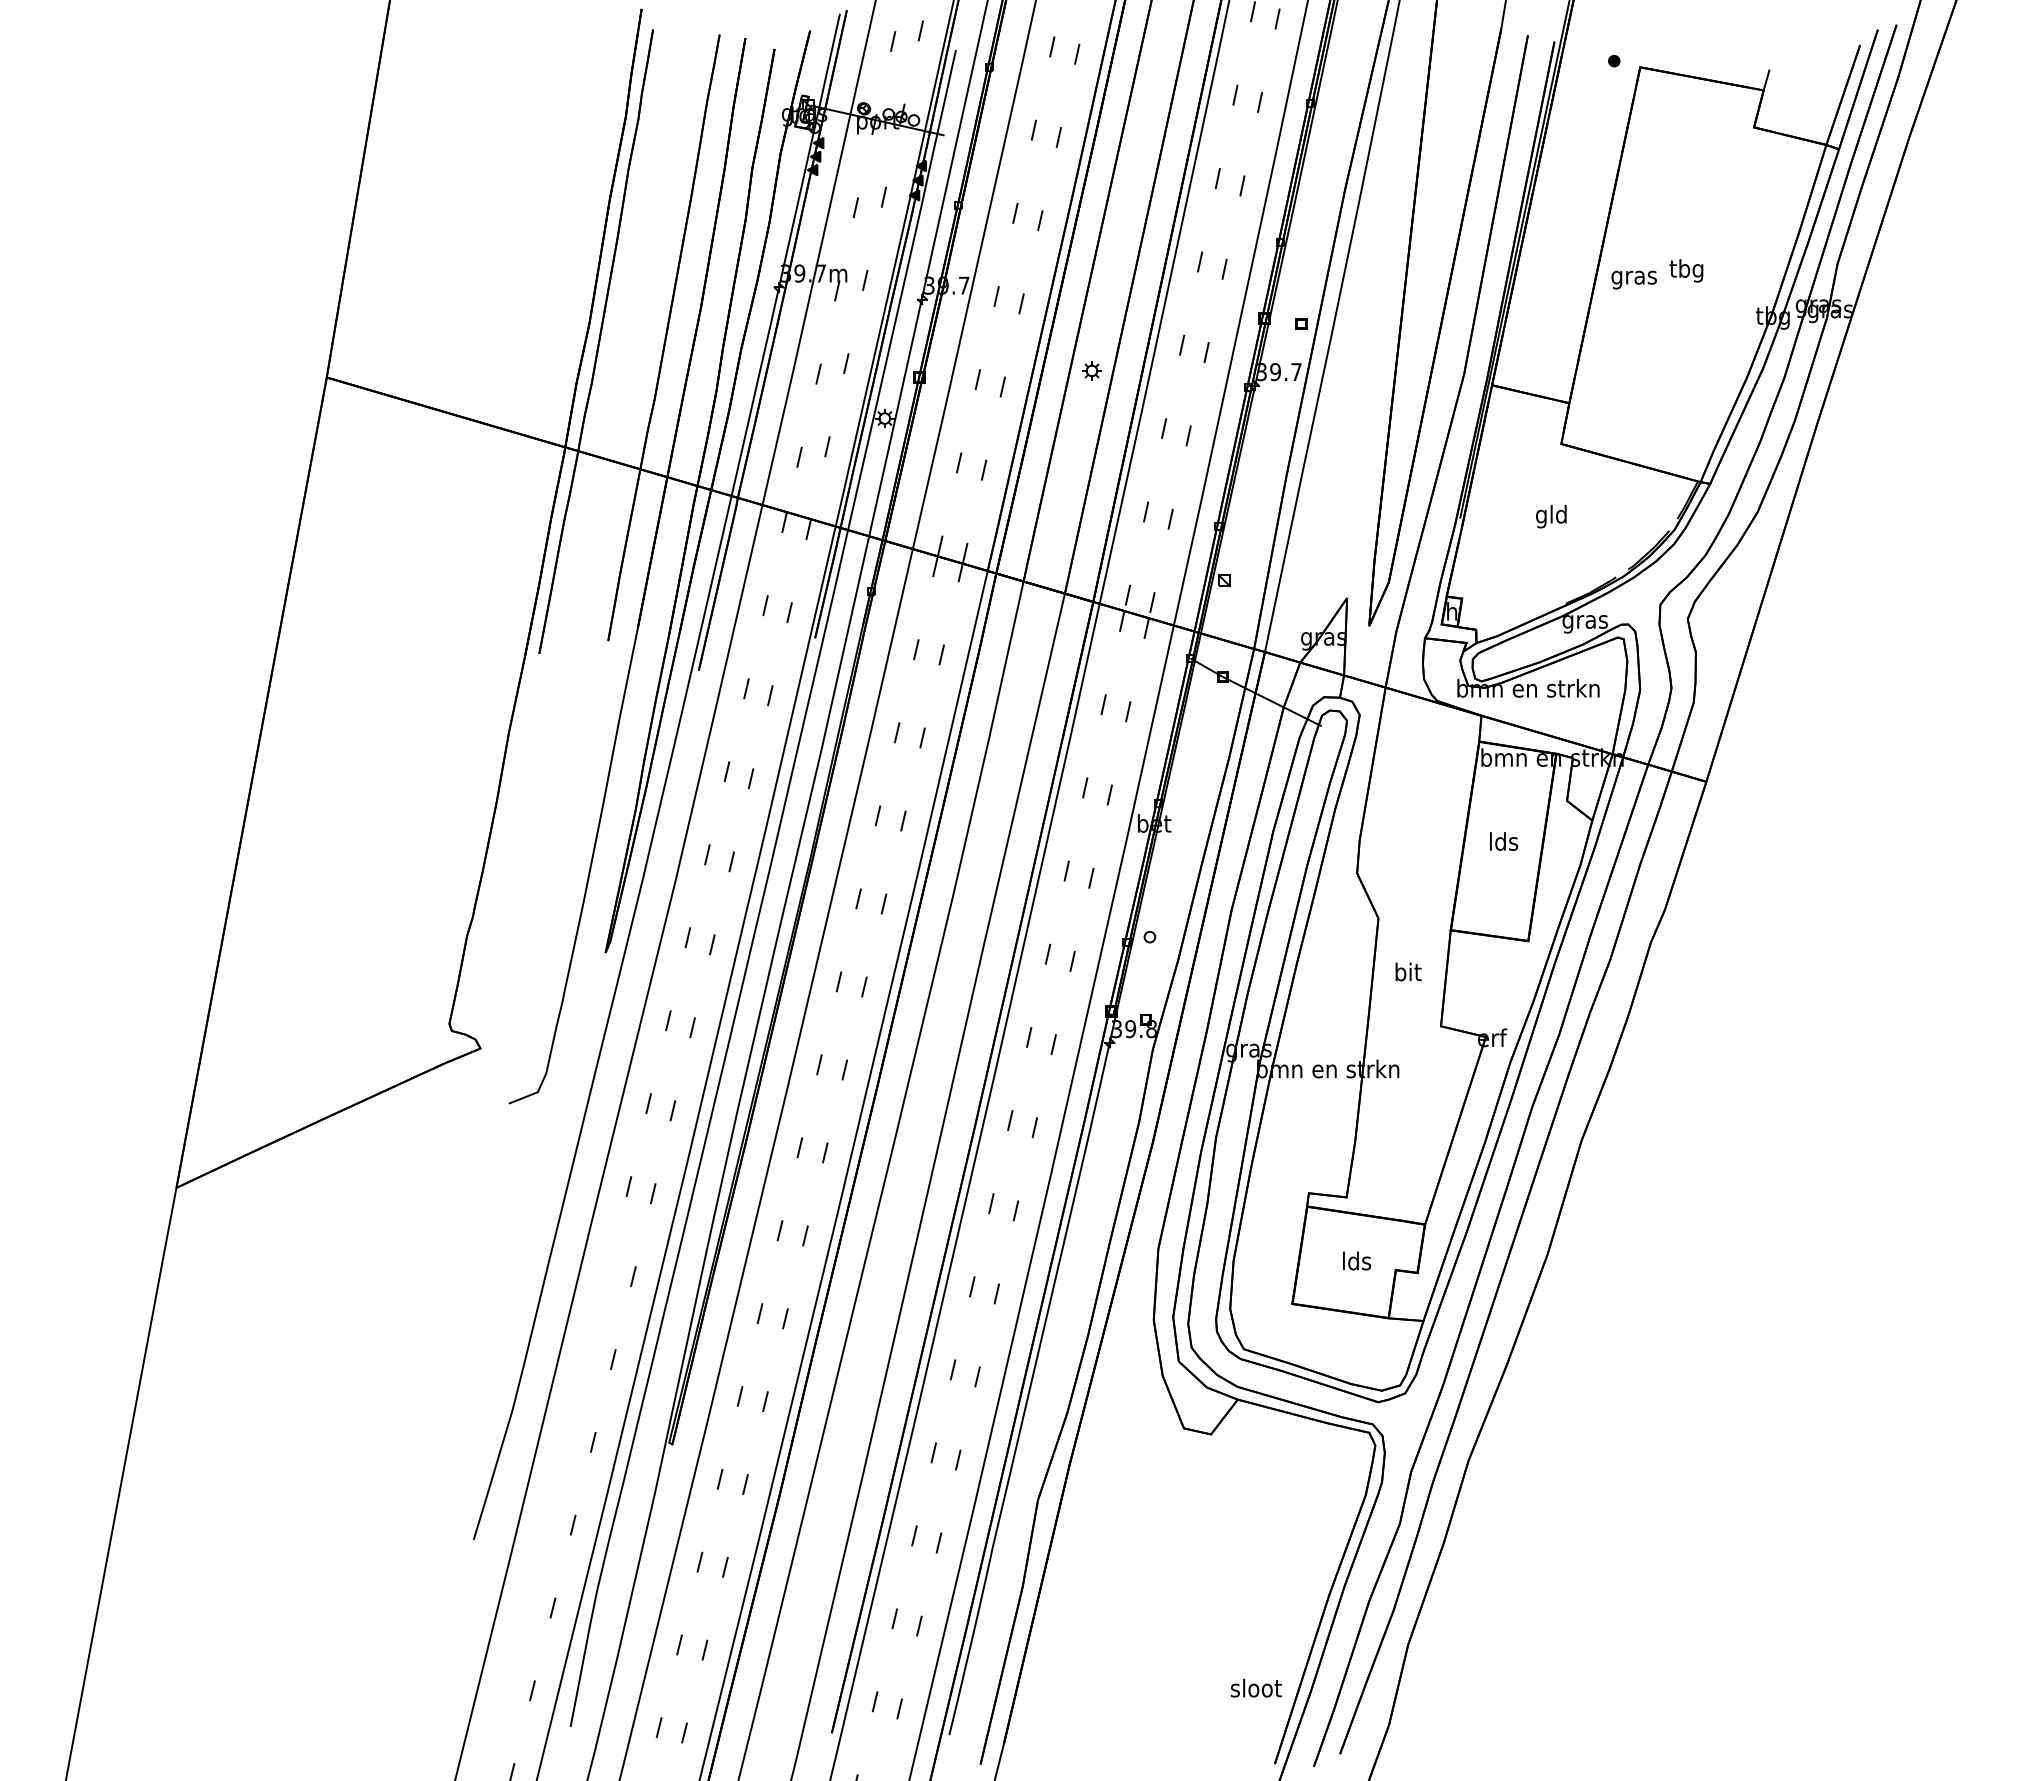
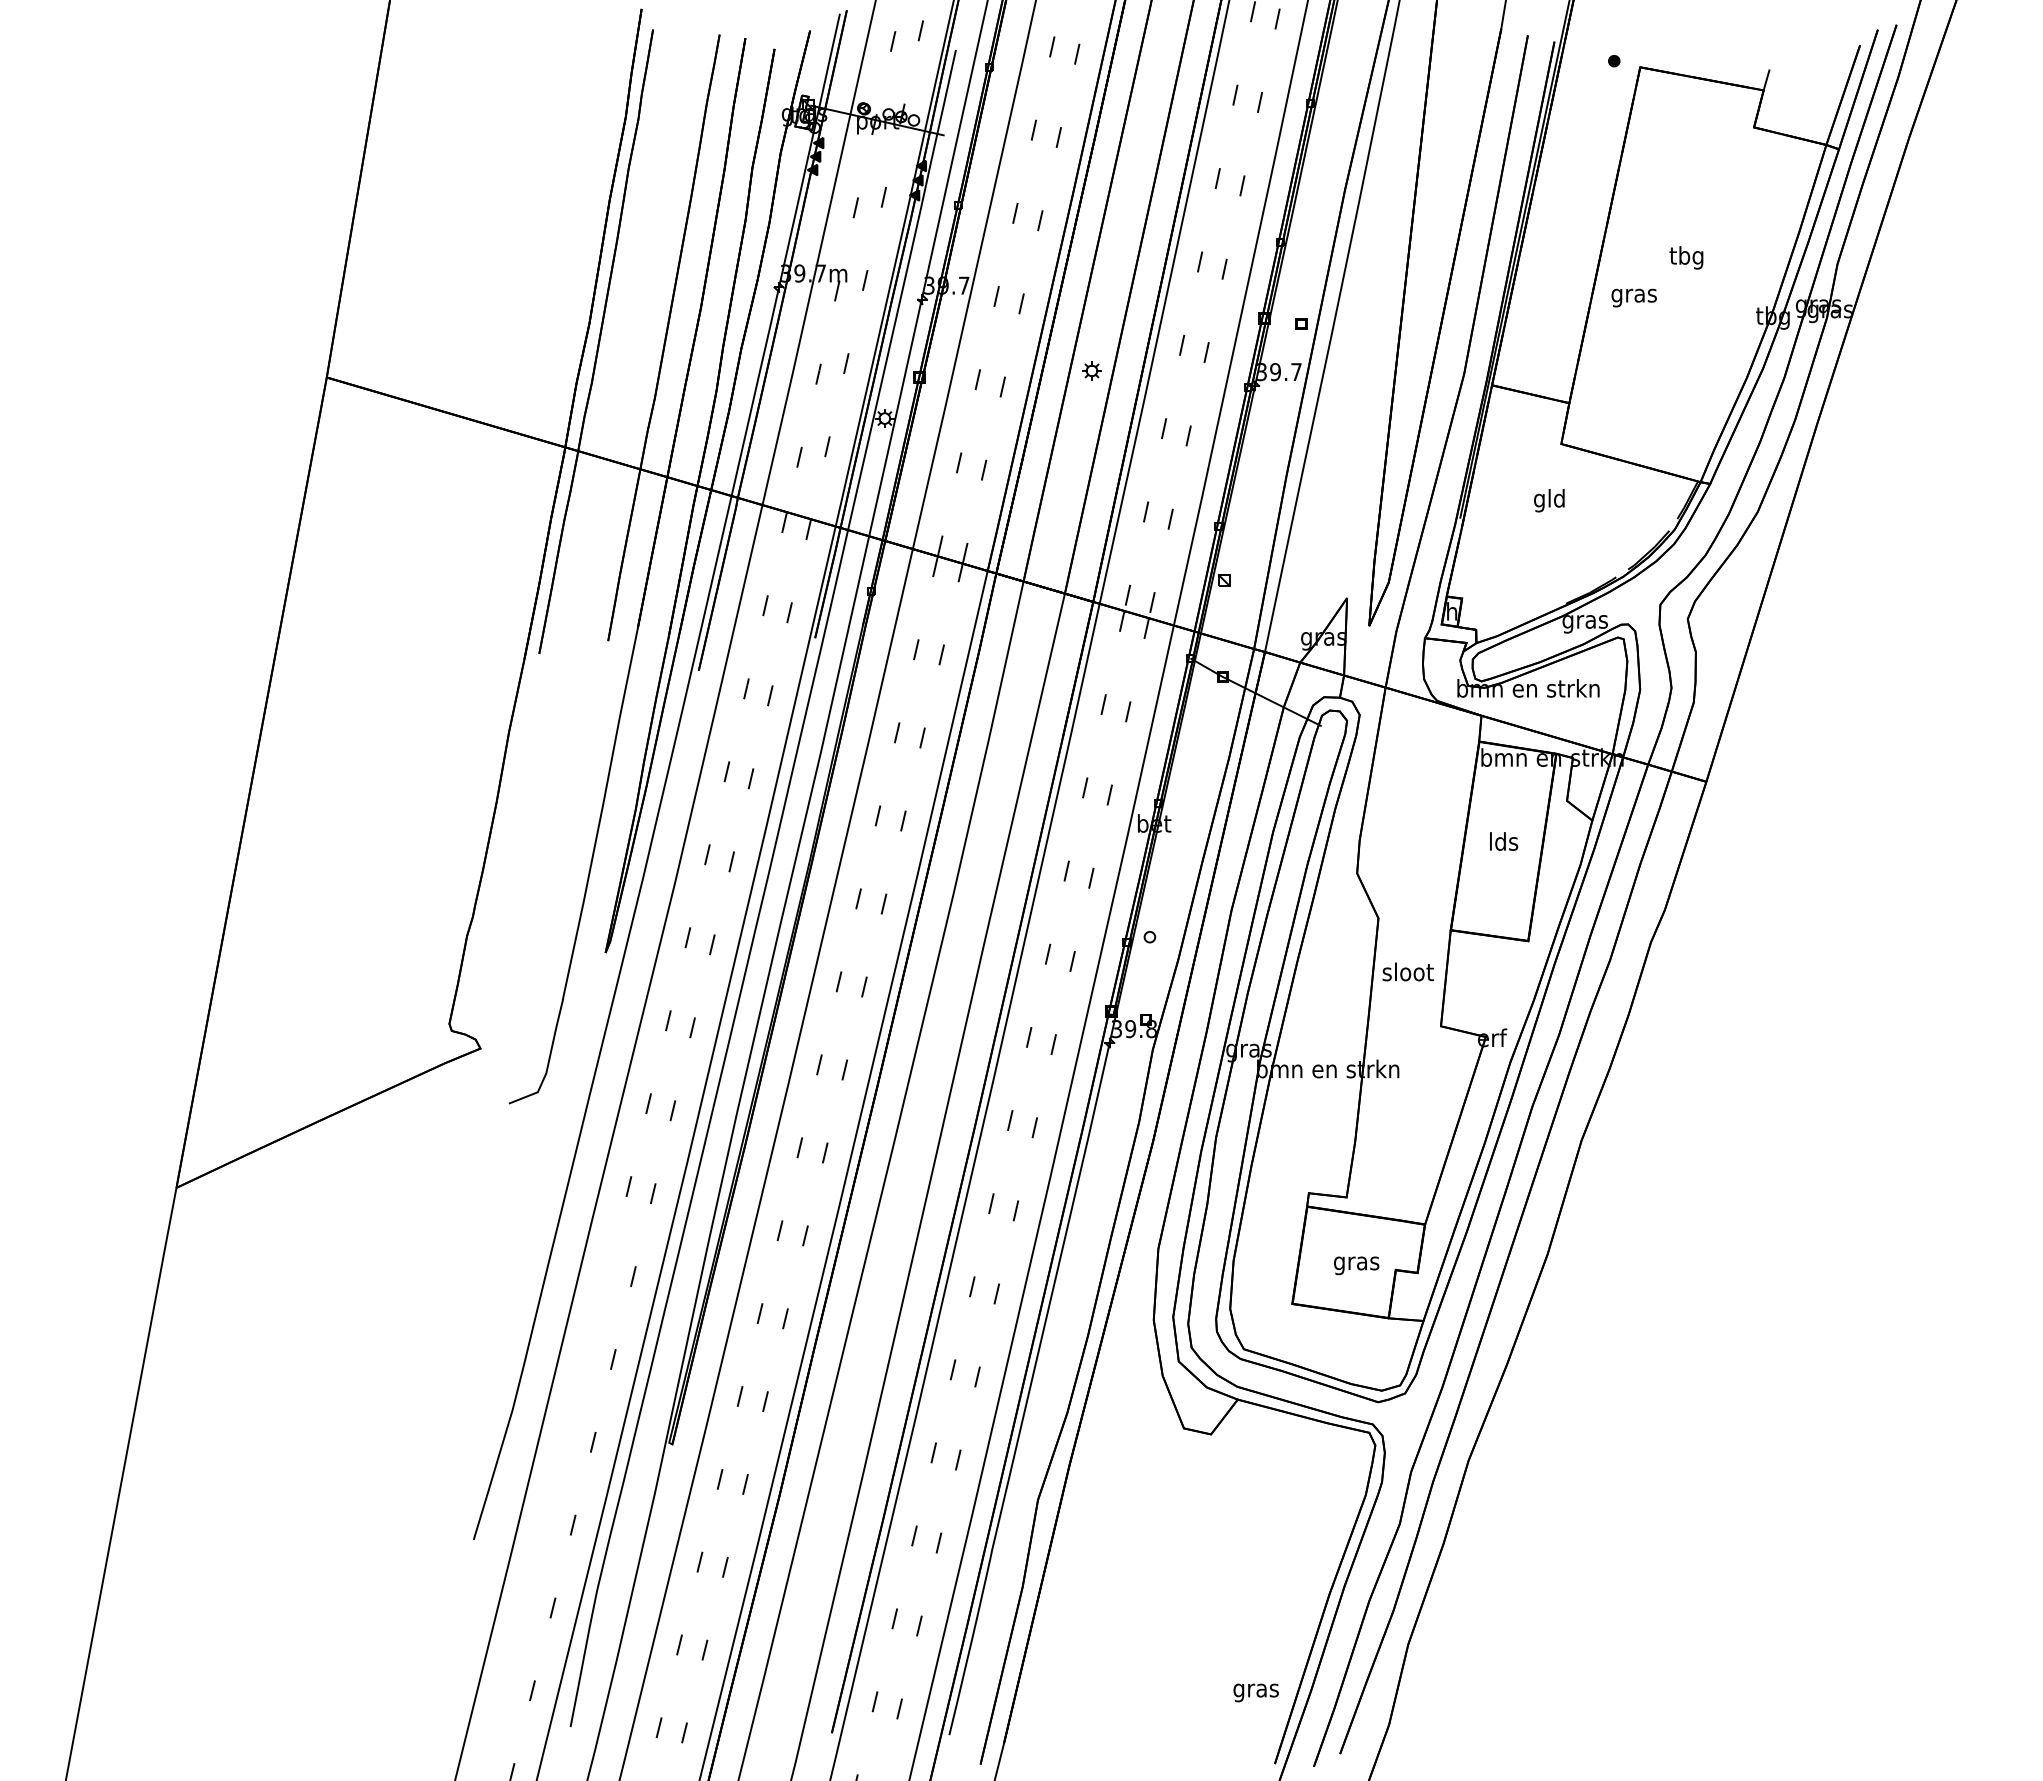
text at (1686, 270) position: (1686, 270) -> (1686, 257)
text at (1633, 279) position: (1633, 279) -> (1633, 297)
text at (1551, 516) position: (1551, 516) -> (1549, 500)
text at (1407, 971): bit -> sloot
text at (1356, 1263): lds -> gras
text at (1255, 1690): sloot -> gras
